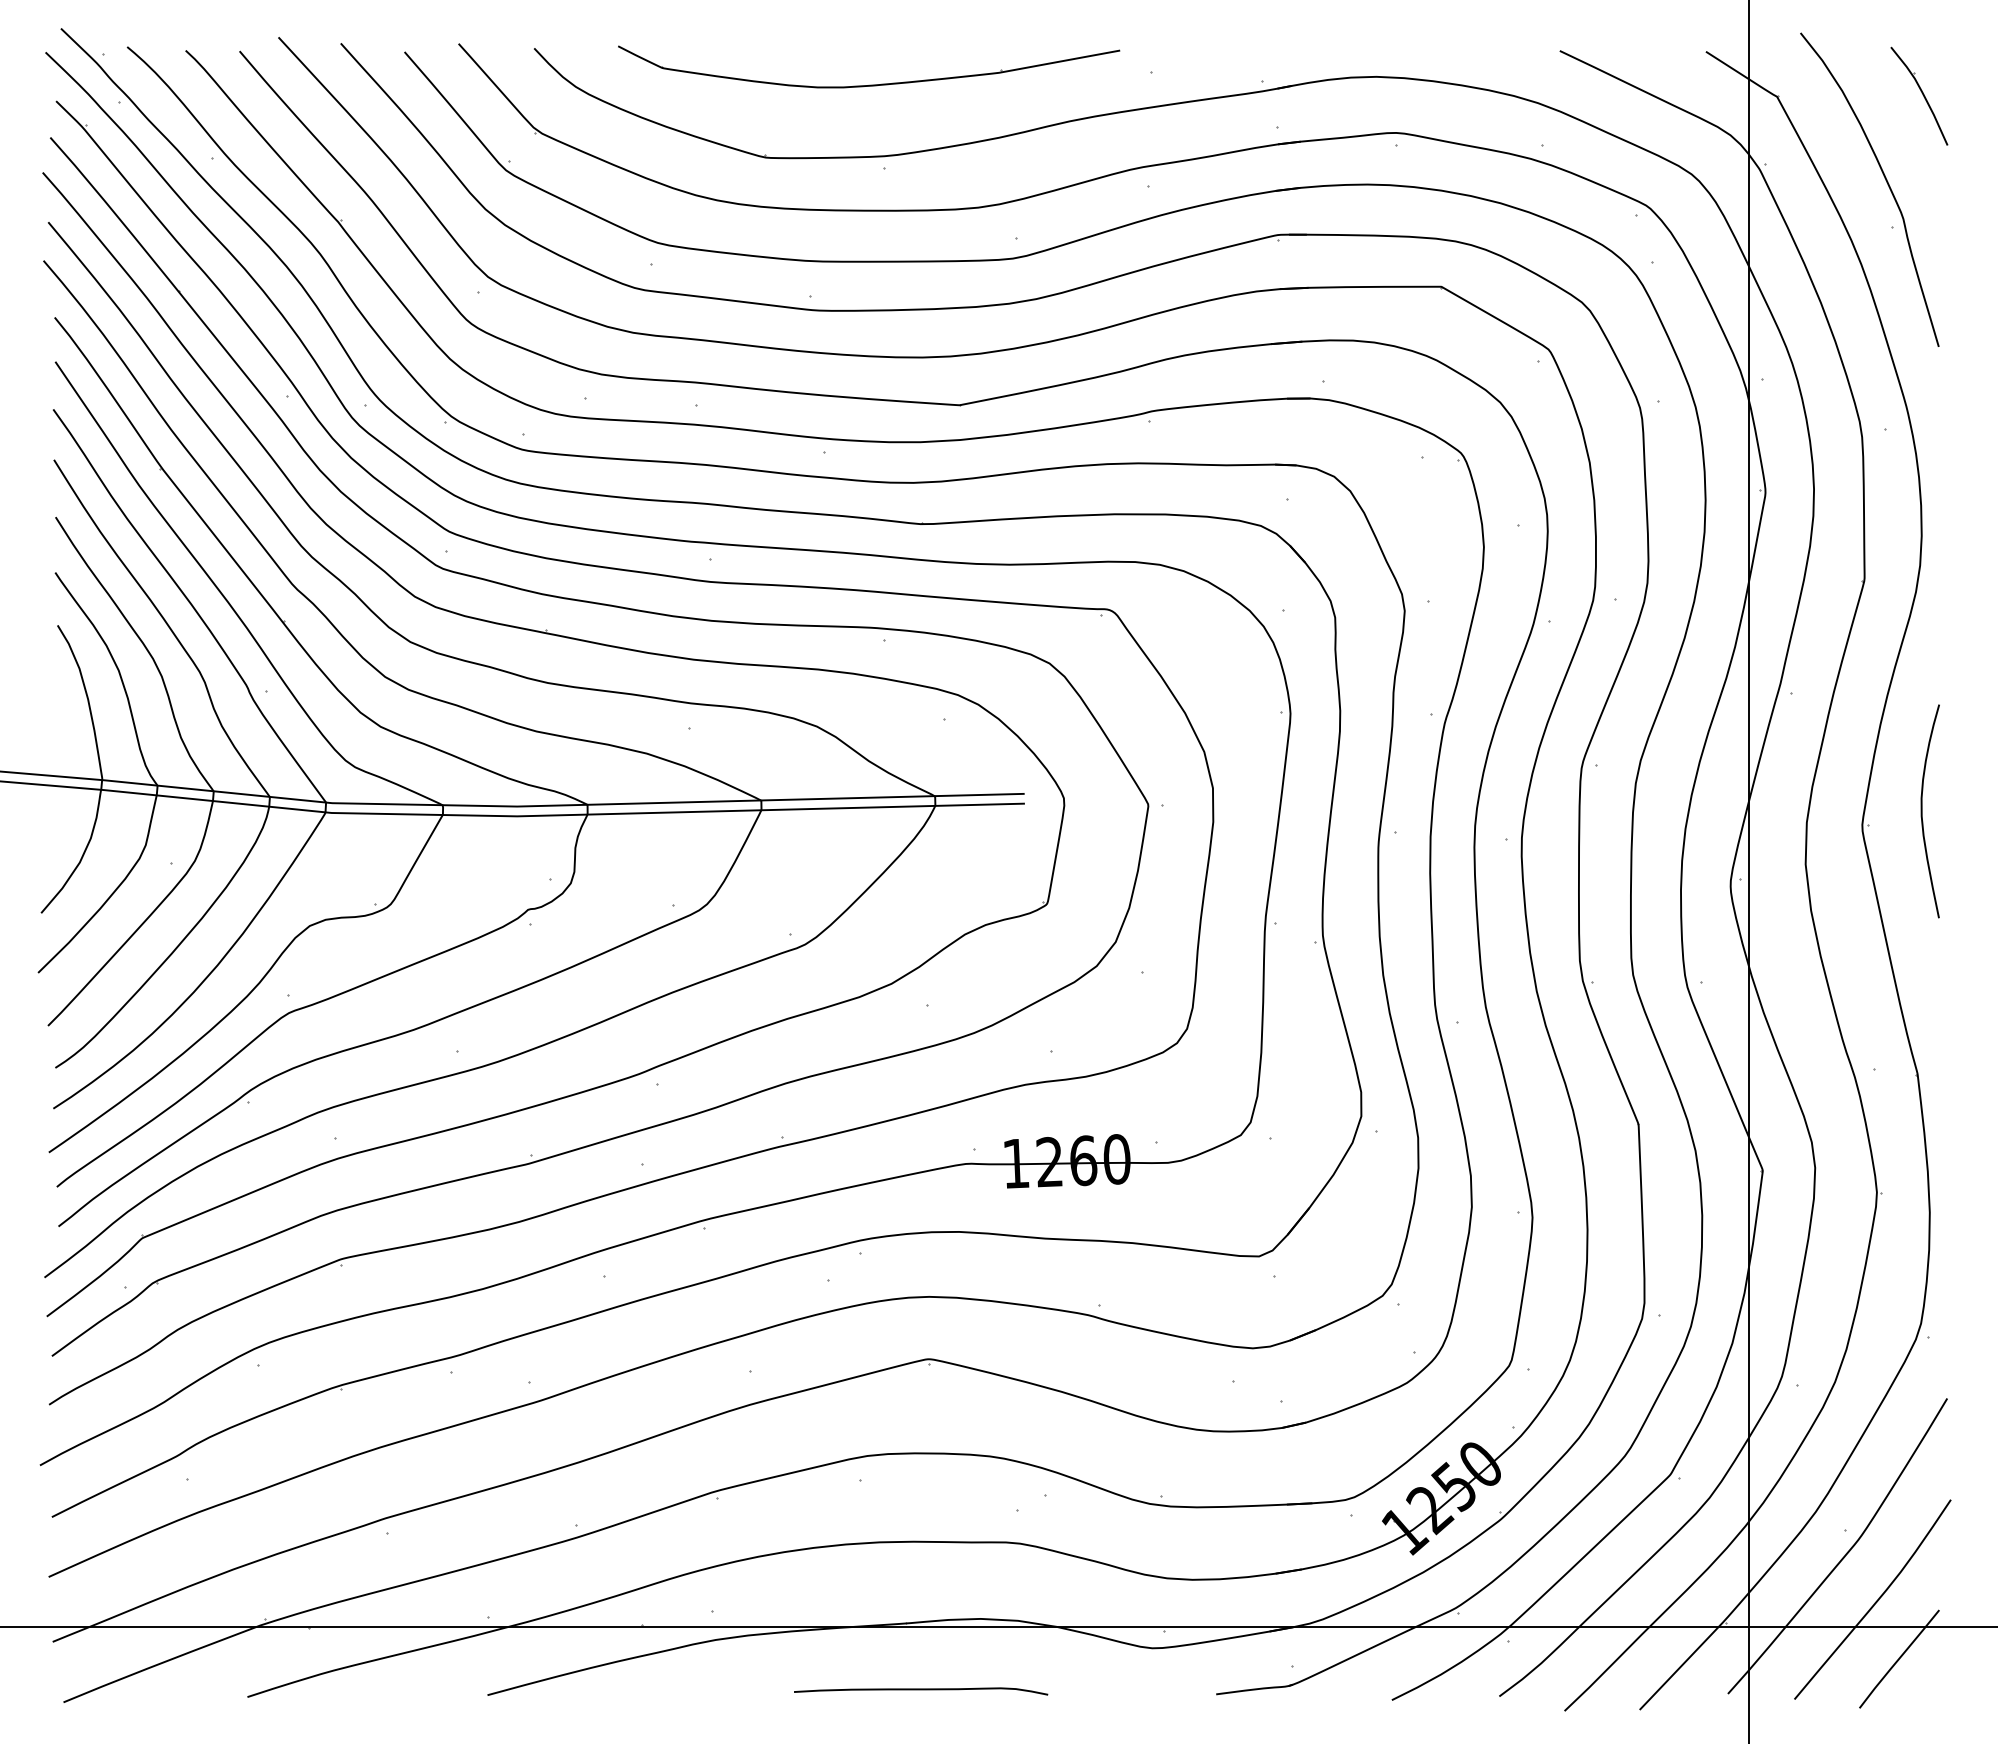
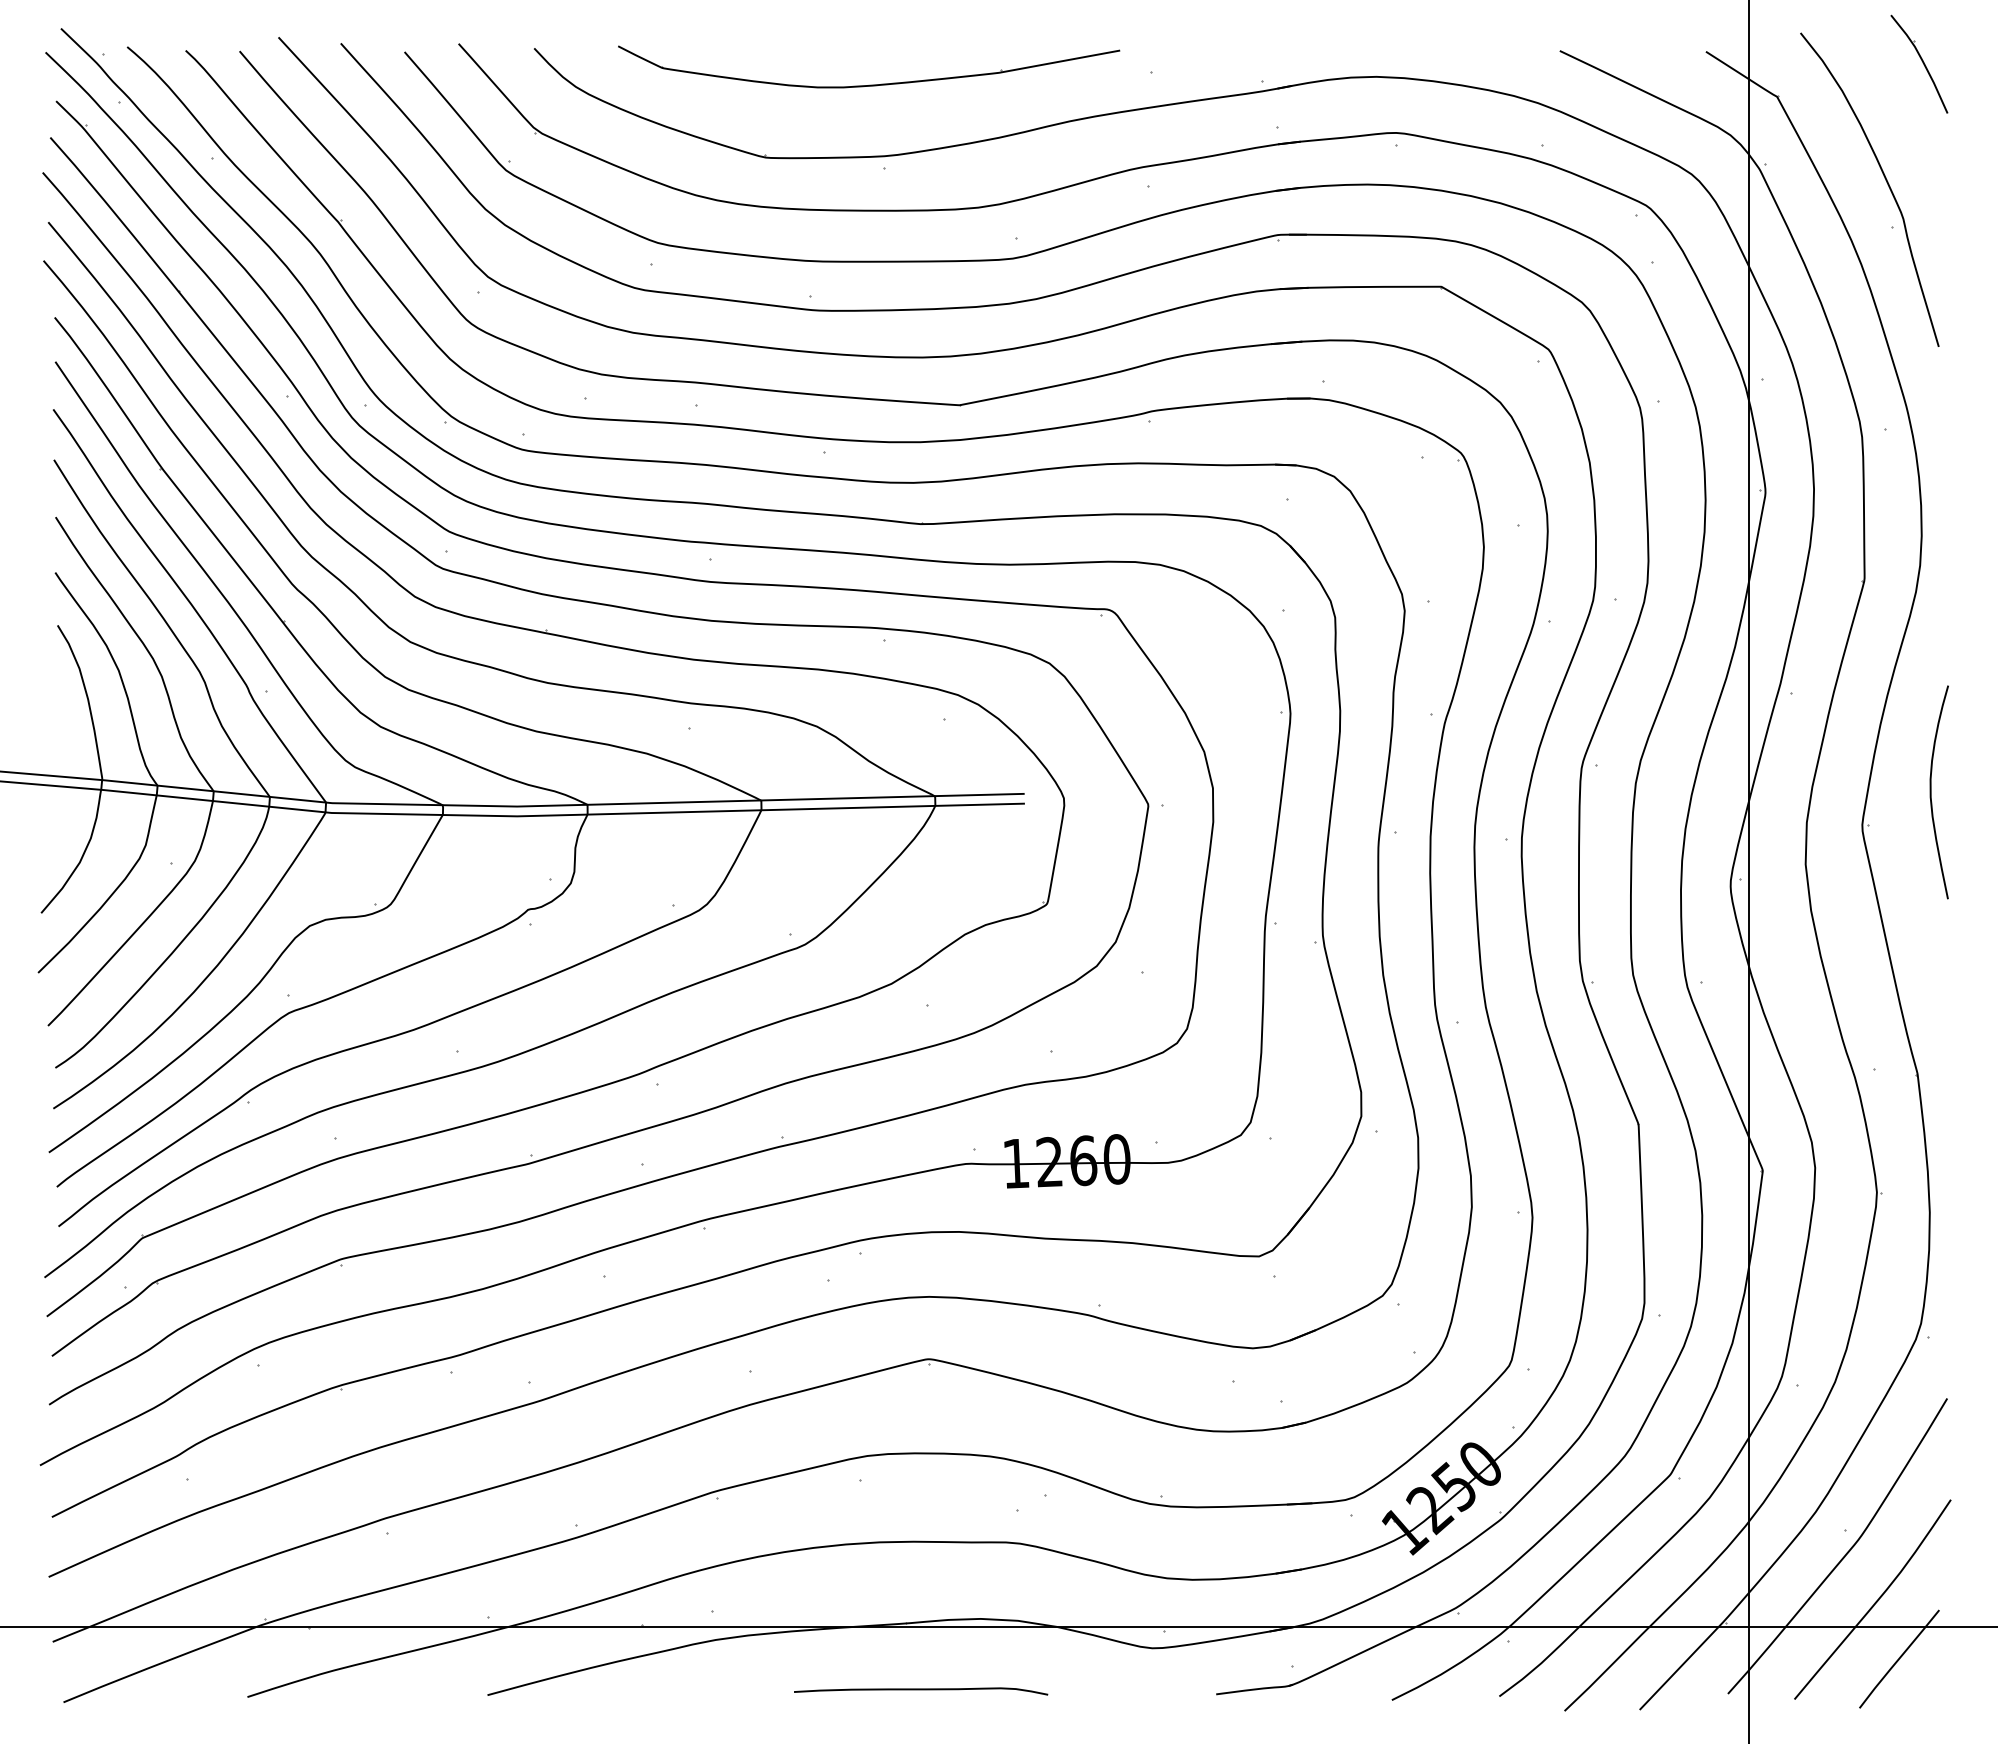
part at (1919, 95) position: (1919, 95) -> (1919, 63)
curve at (1922, 811) position: (1922, 811) -> (1931, 792)
